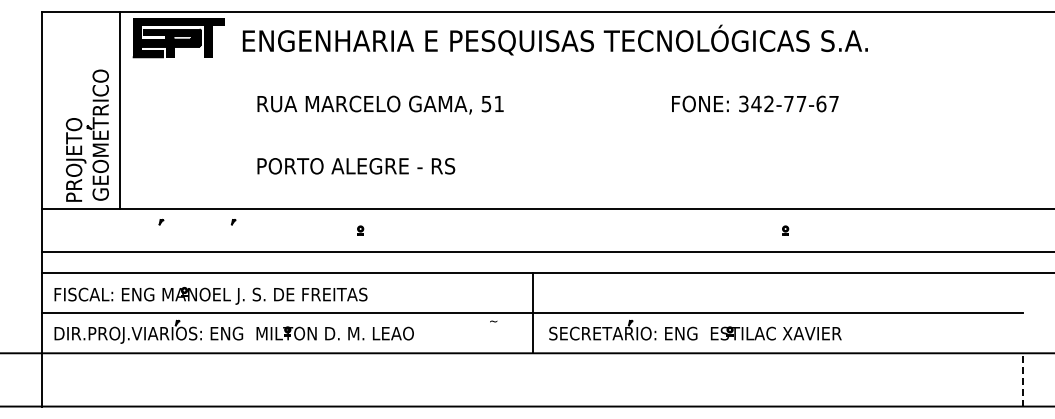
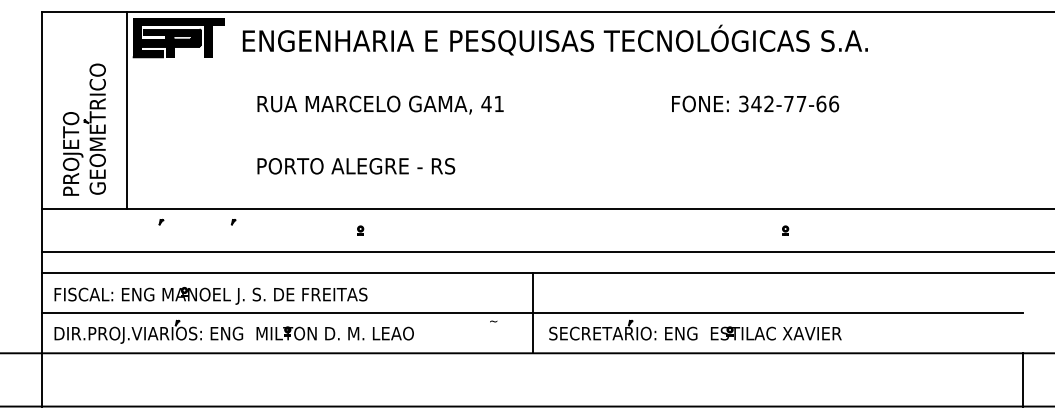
text at (834, 103): 342-77-67 -> 342-77-66
text at (486, 104): 51 -> 41
line at (120, 110) position: (120, 110) -> (127, 110)
part at (87, 135) position: (87, 135) -> (84, 129)
line at (1023, 379): dashed -> solid
